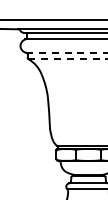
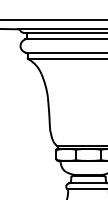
line at (67, 52): dashed -> solid
line at (68, 59): dashed -> solid
